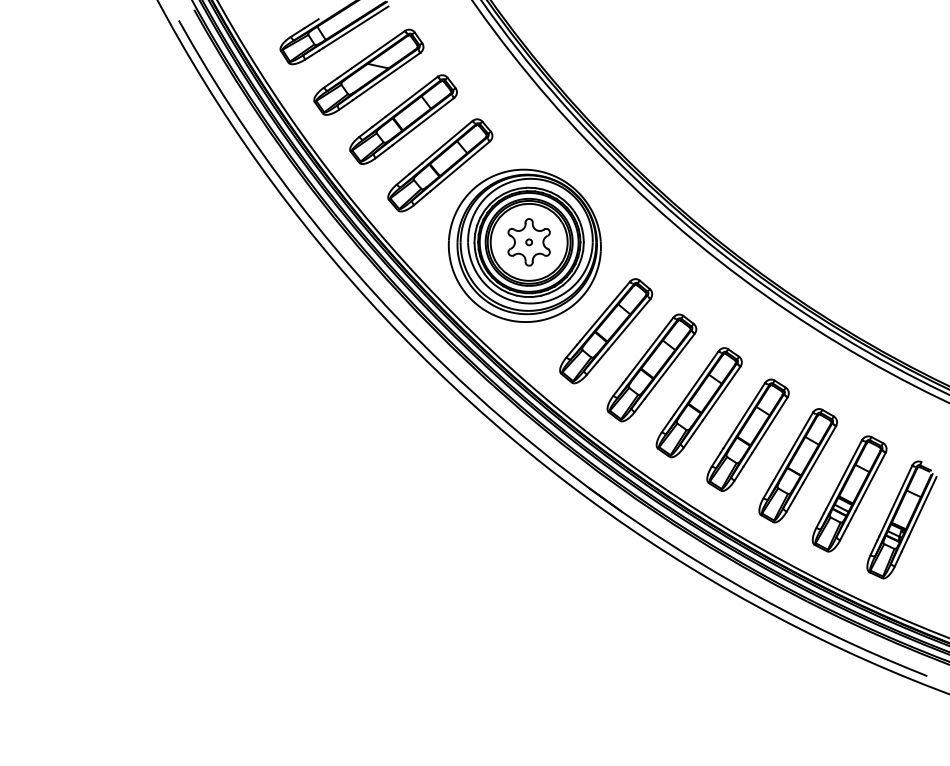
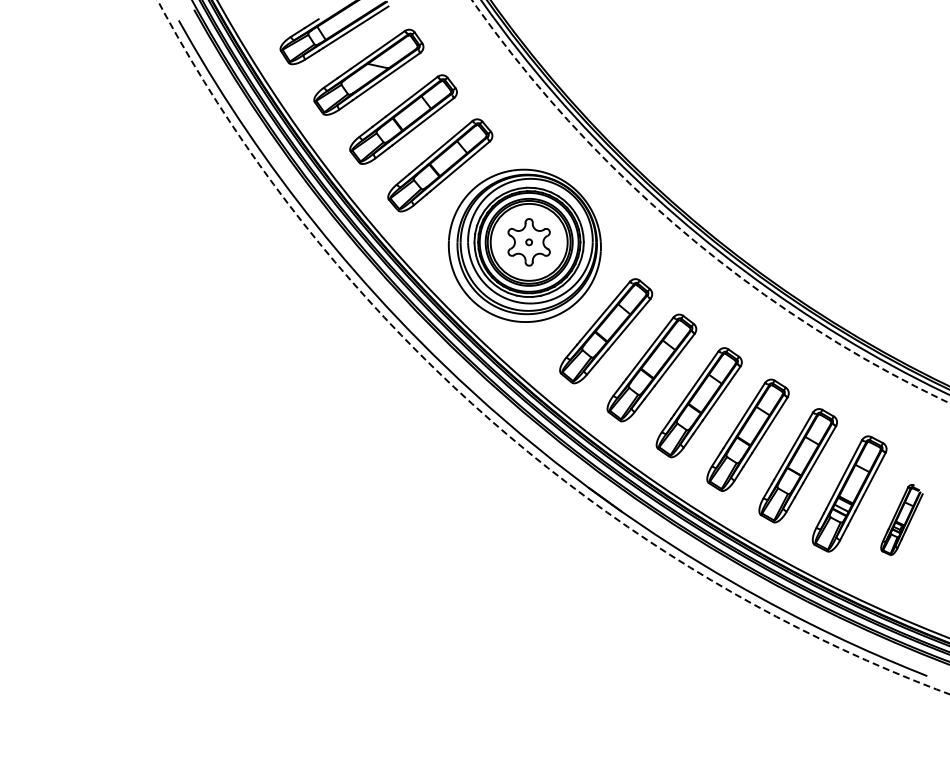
circle at (710, 201): solid -> dashed
arc at (491, 421): solid -> dashed
part at (901, 519) size: 72x120 px -> 44x72 px
